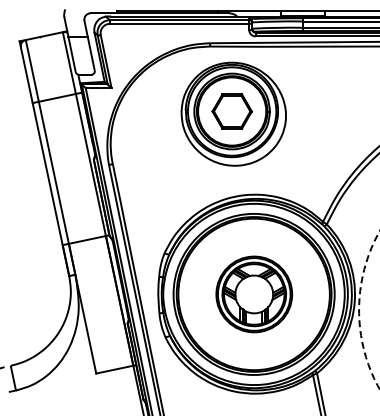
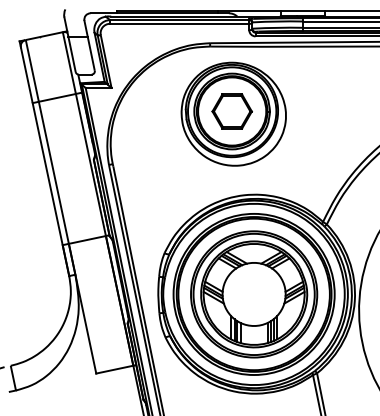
part at (253, 294) size: 78x79 px -> 129x129 px
arc at (359, 310): dashed -> solid
